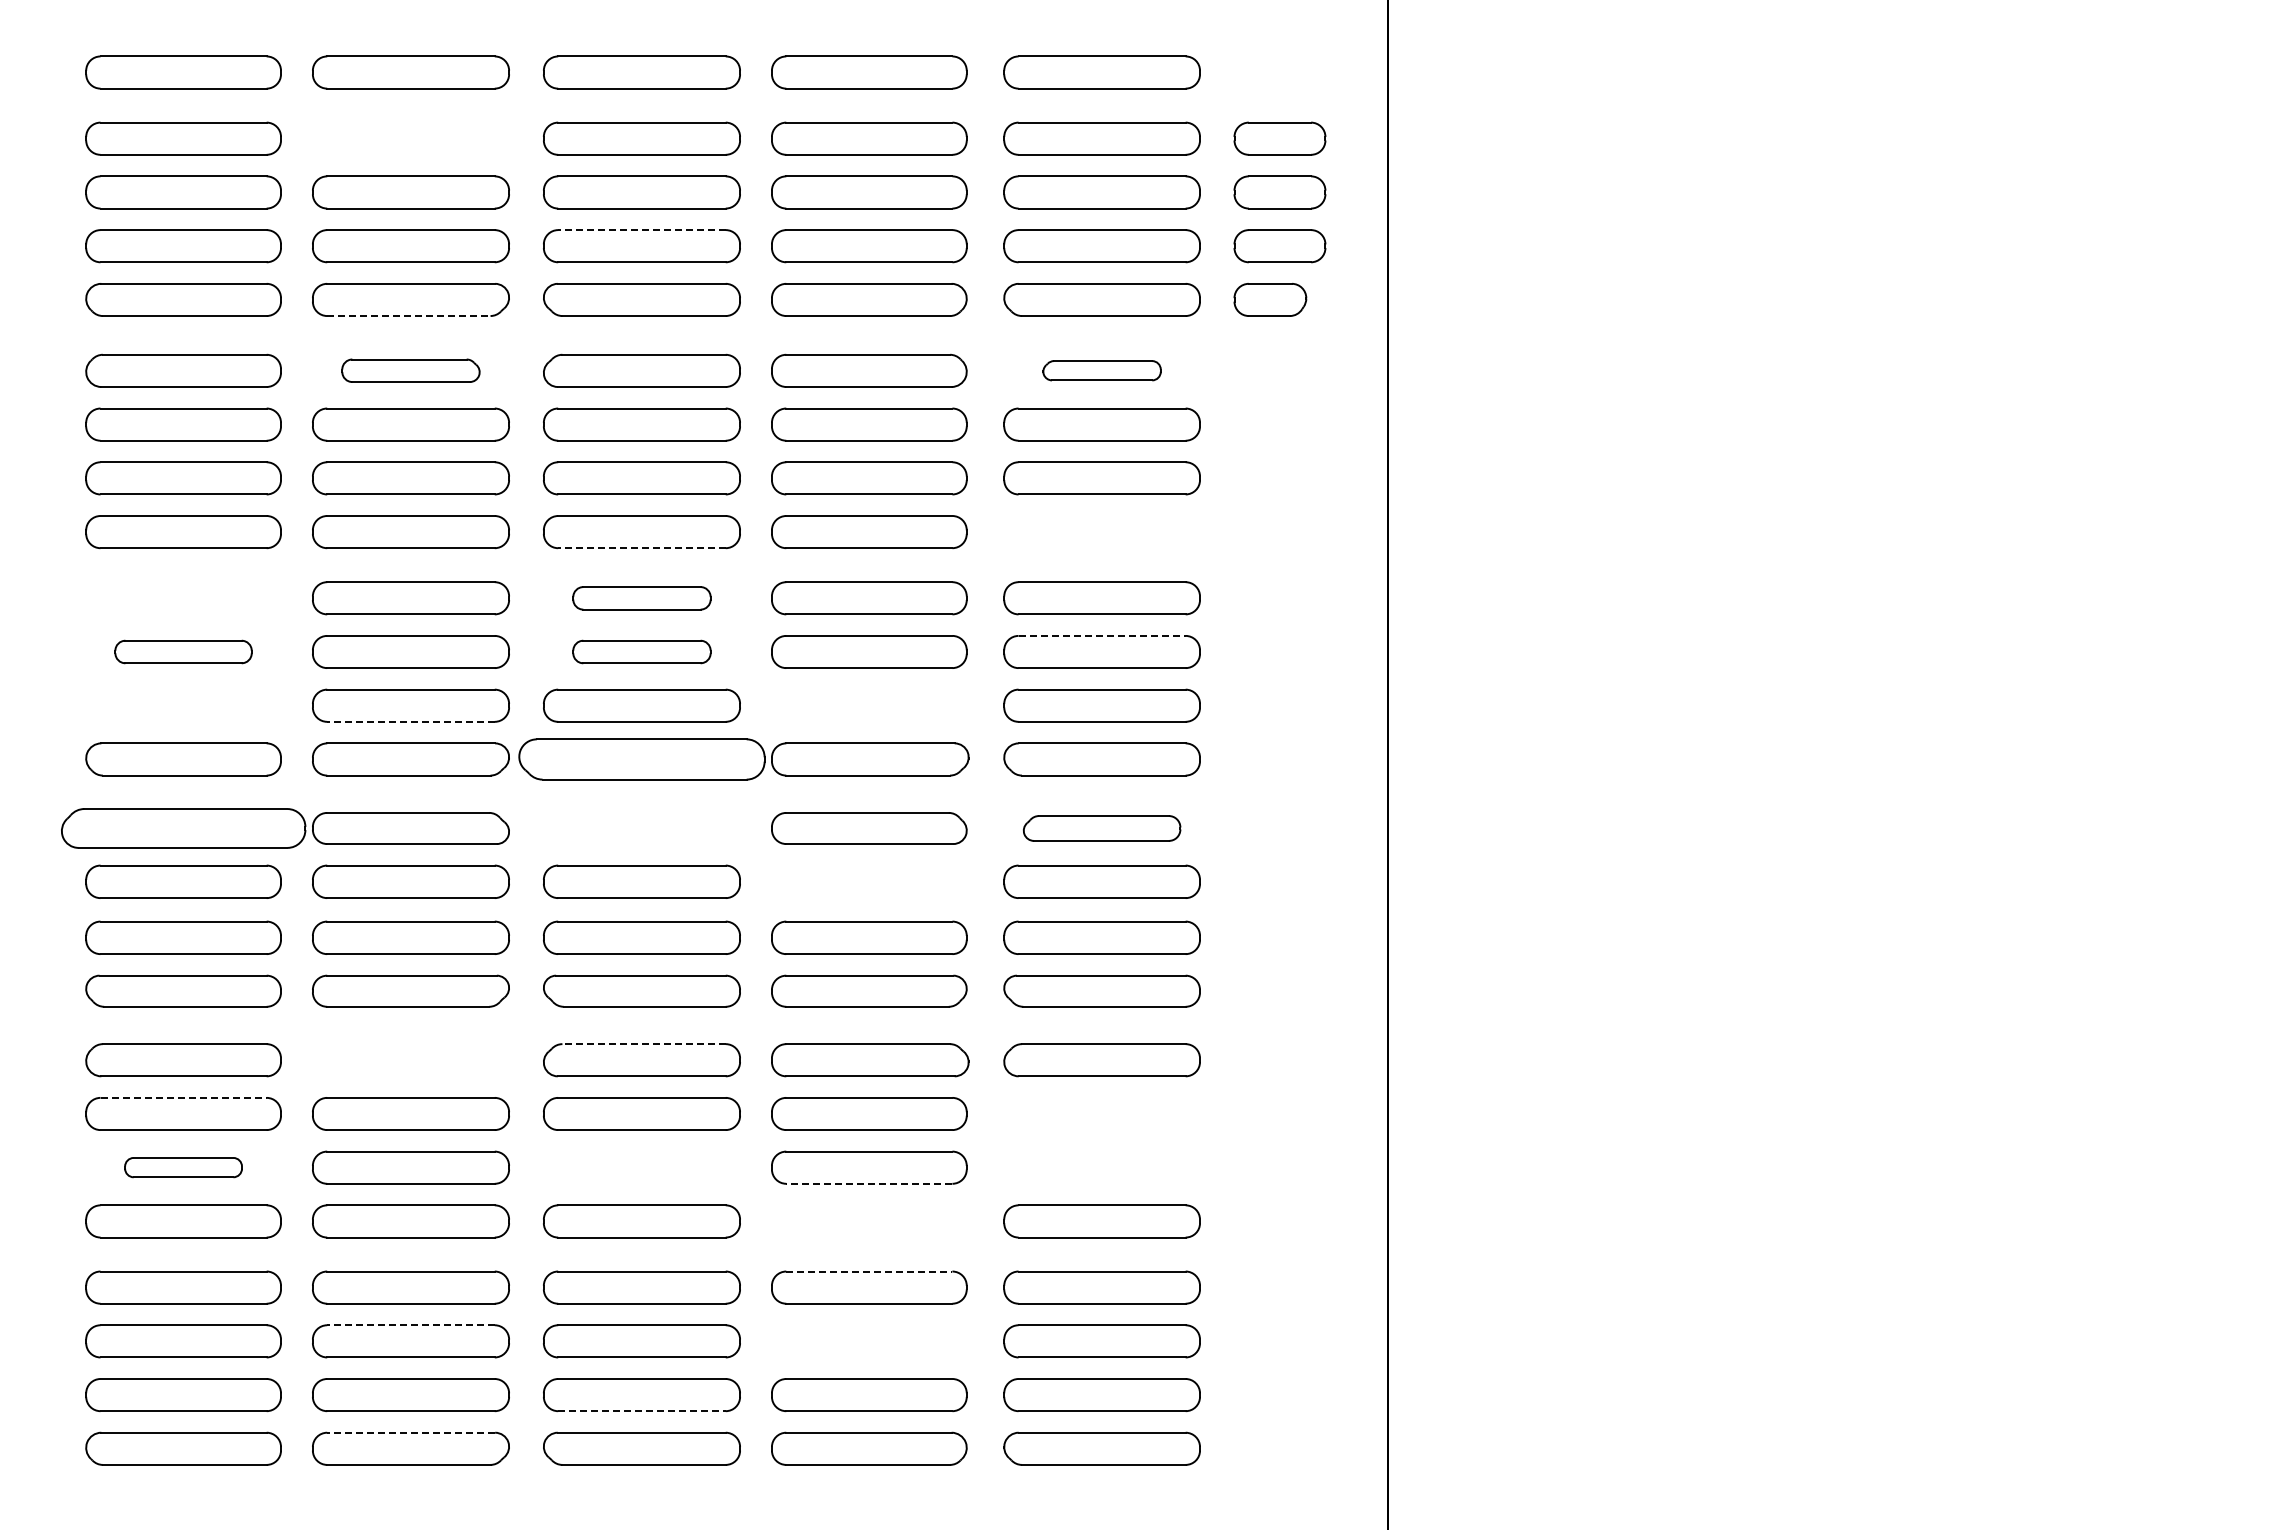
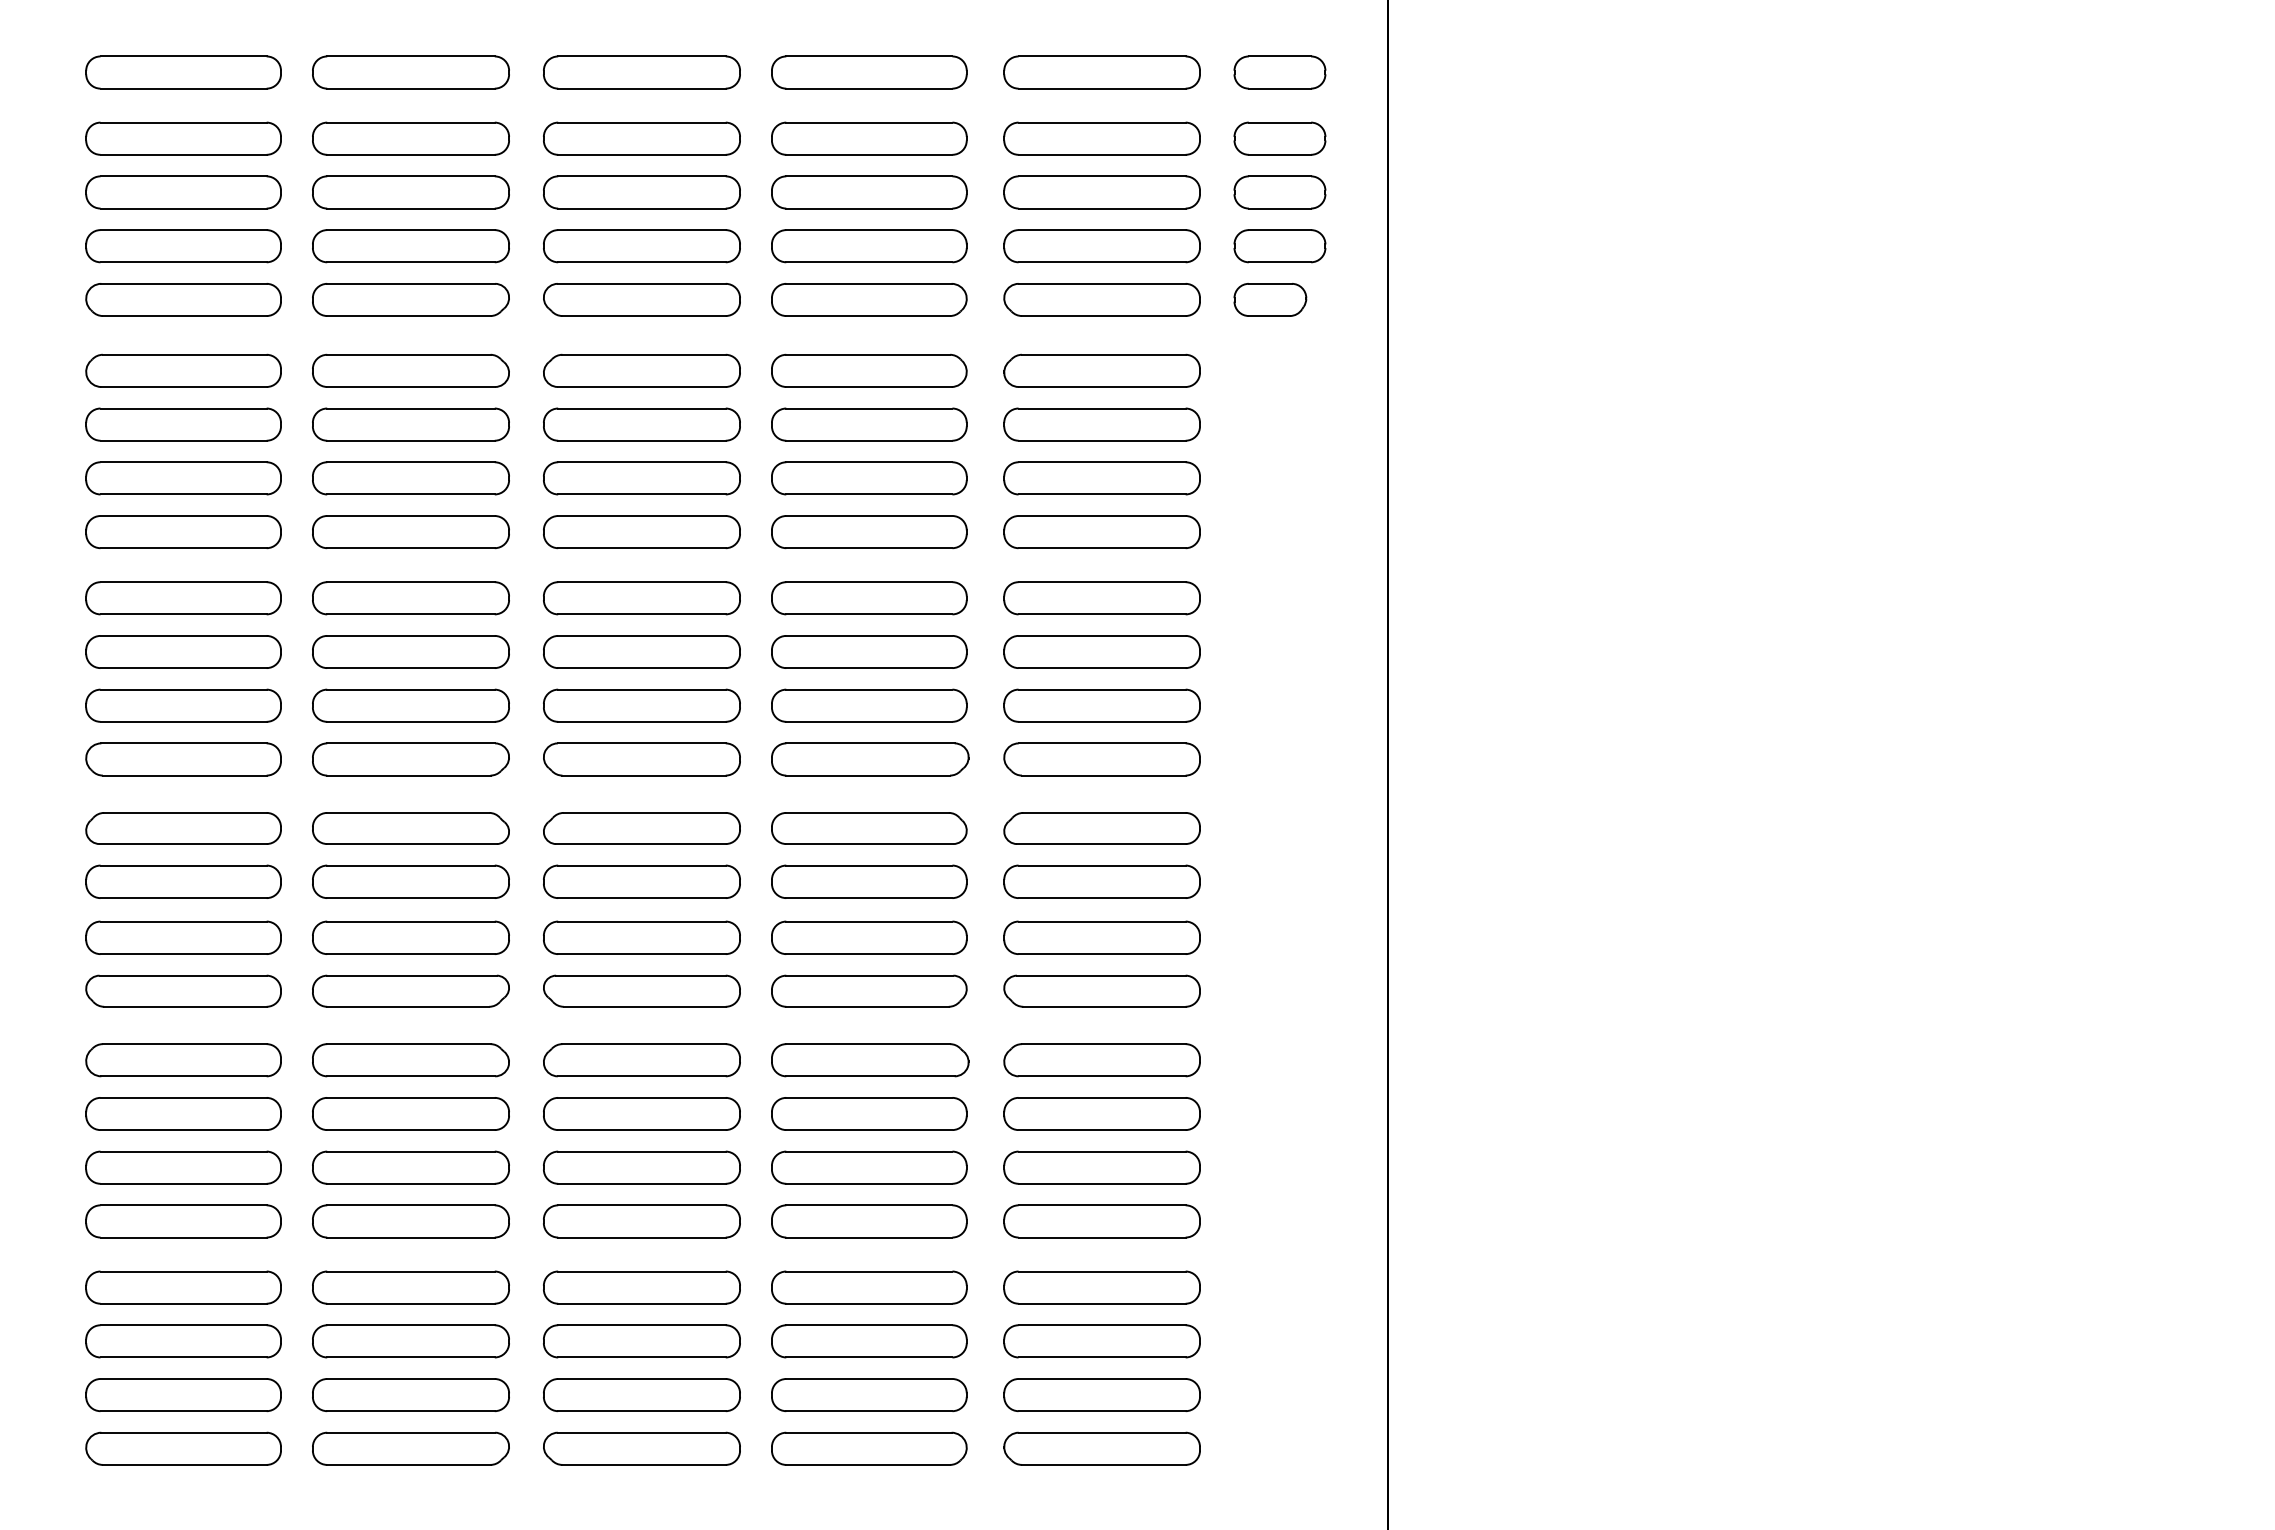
part at (1279, 72): none -> present
part at (410, 138): none -> present
line at (641, 230): dashed -> solid
line at (408, 316): dashed -> solid
part at (410, 370) size: 140x25 px -> 198x35 px
part at (1101, 370) size: 120x22 px -> 198x35 px
part at (1101, 532): none -> present
line at (641, 548): dashed -> solid
part at (183, 598): none -> present
part at (641, 598) size: 140x25 px -> 198x35 px
line at (1102, 635): dashed -> solid
part at (183, 651) size: 139x26 px -> 197x34 px
part at (641, 651) size: 140x26 px -> 198x34 px
part at (183, 705): none -> present
part at (869, 705): none -> present
line at (411, 721): dashed -> solid
part at (641, 759) size: 248x43 px -> 198x35 px
part at (183, 828) size: 246x41 px -> 197x33 px
part at (641, 828): none -> present
part at (1102, 828) size: 159x27 px -> 198x33 px
part at (869, 881): none -> present
line at (644, 1044): dashed -> solid
part at (410, 1060): none -> present
line at (184, 1097): dashed -> solid
part at (1101, 1113): none -> present
part at (183, 1167) size: 119x22 px -> 197x35 px
part at (641, 1167): none -> present
part at (1101, 1167): none -> present
line at (868, 1183): dashed -> solid
part at (869, 1221): none -> present
line at (869, 1271): dashed -> solid
line at (411, 1325): dashed -> solid
part at (869, 1341): none -> present
line at (641, 1411): dashed -> solid
line at (411, 1432): dashed -> solid
